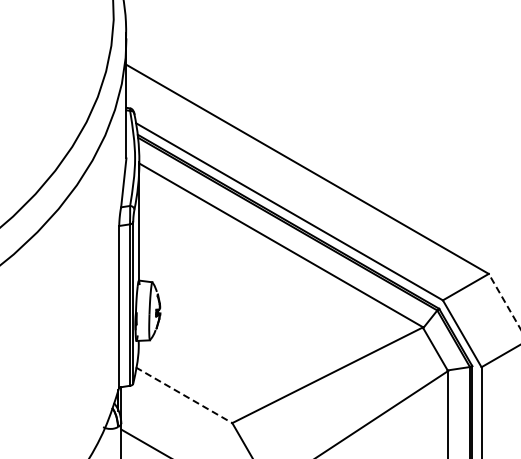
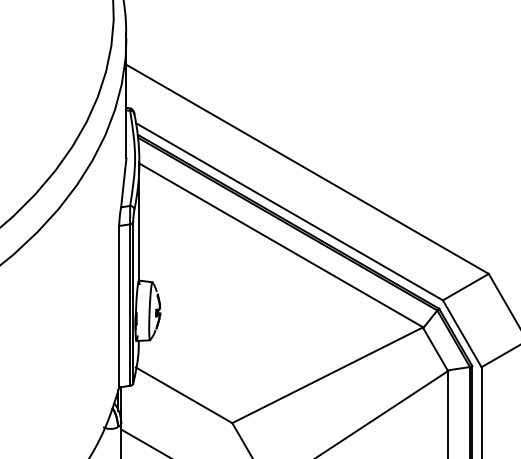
line at (504, 301): dashed -> solid
line at (184, 395): dashed -> solid
